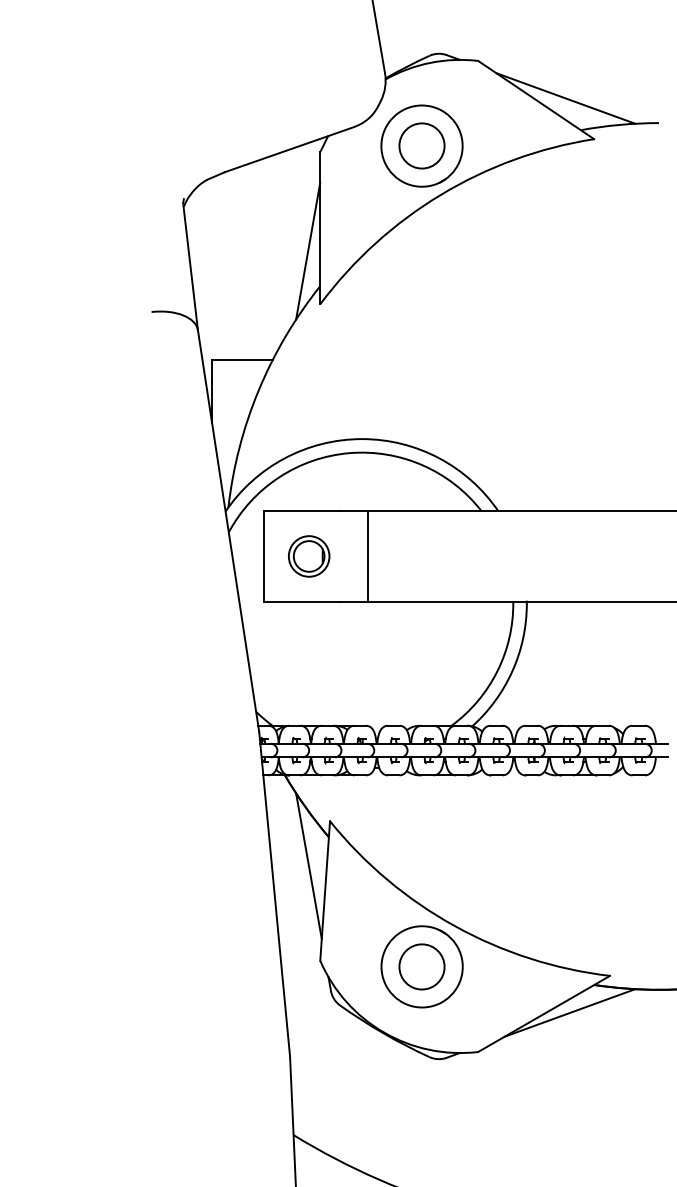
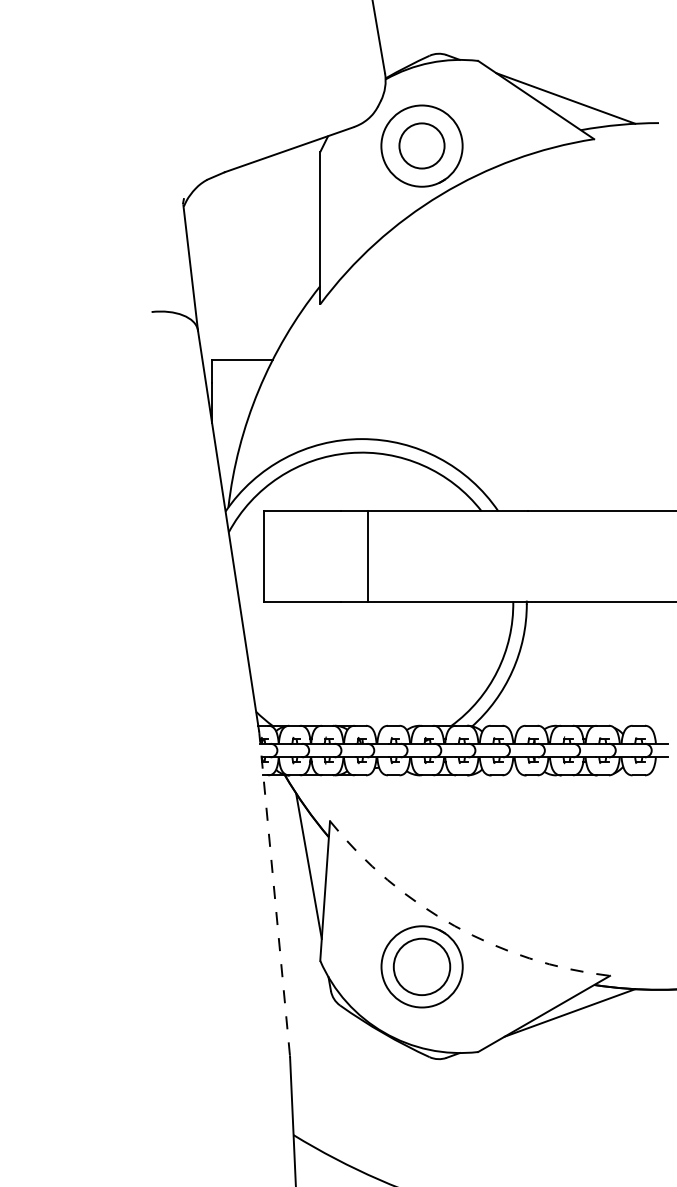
line at (308, 250): present -> none
part at (309, 556): present -> none
line at (274, 894): solid -> dashed
arc at (454, 926): solid -> dashed
circle at (421, 966) diameter: 45 px -> 56 px
